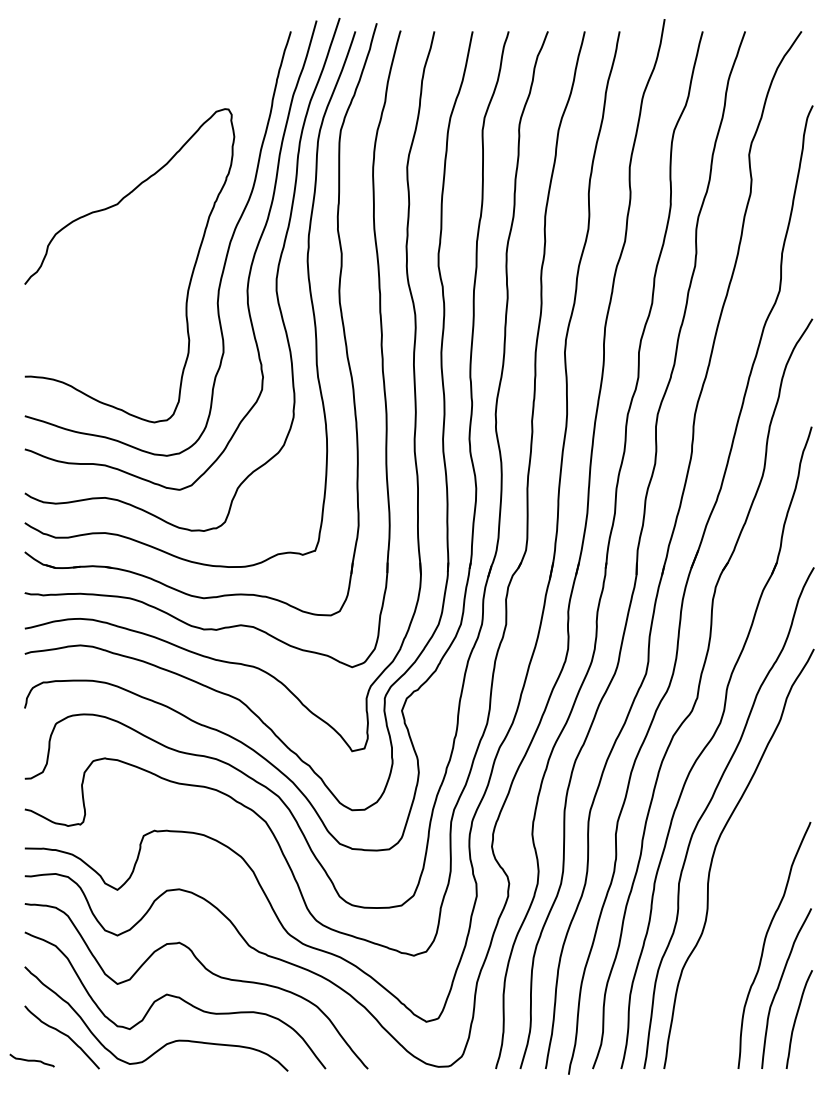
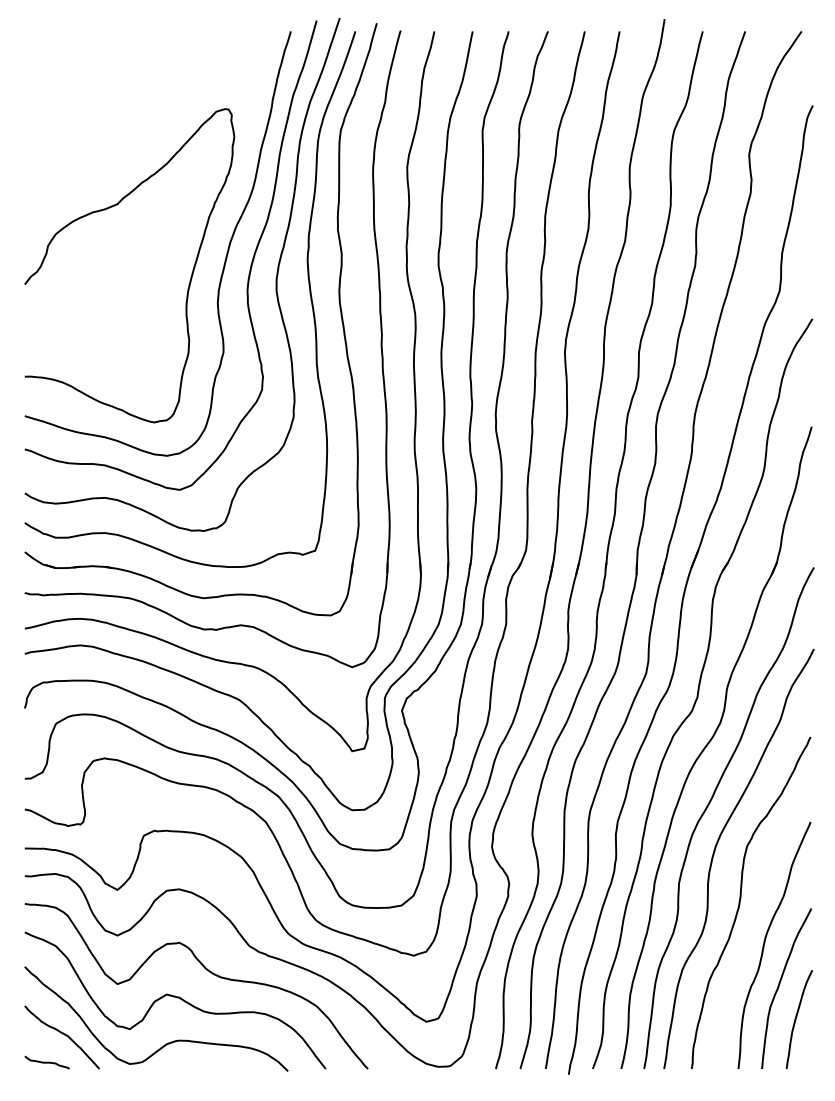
curve at (741, 898): none -> present
curve at (31, 1060) position: (31, 1060) -> (46, 1062)
